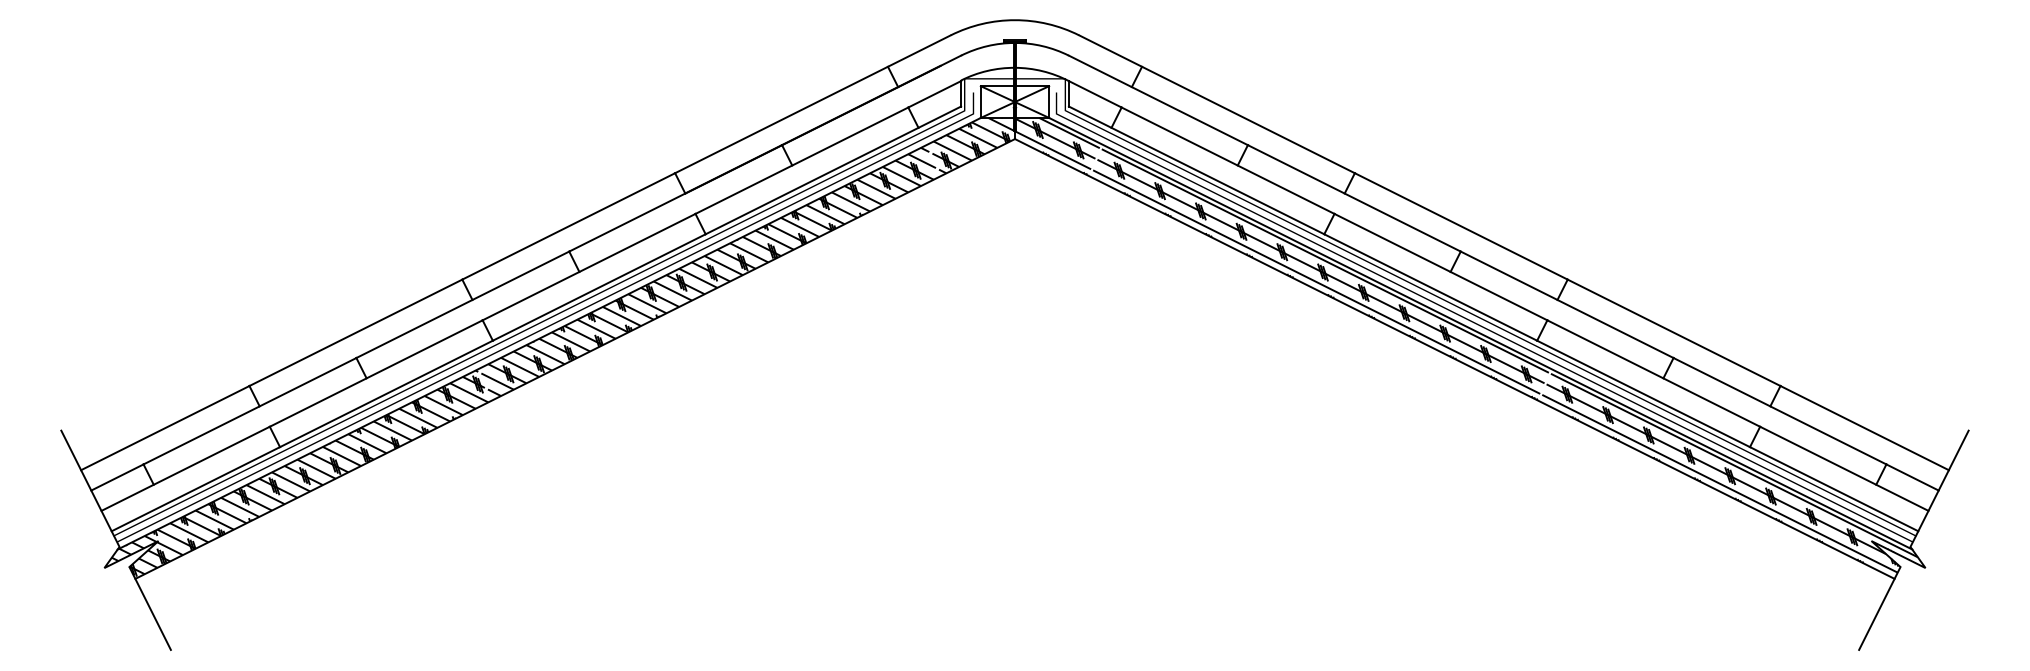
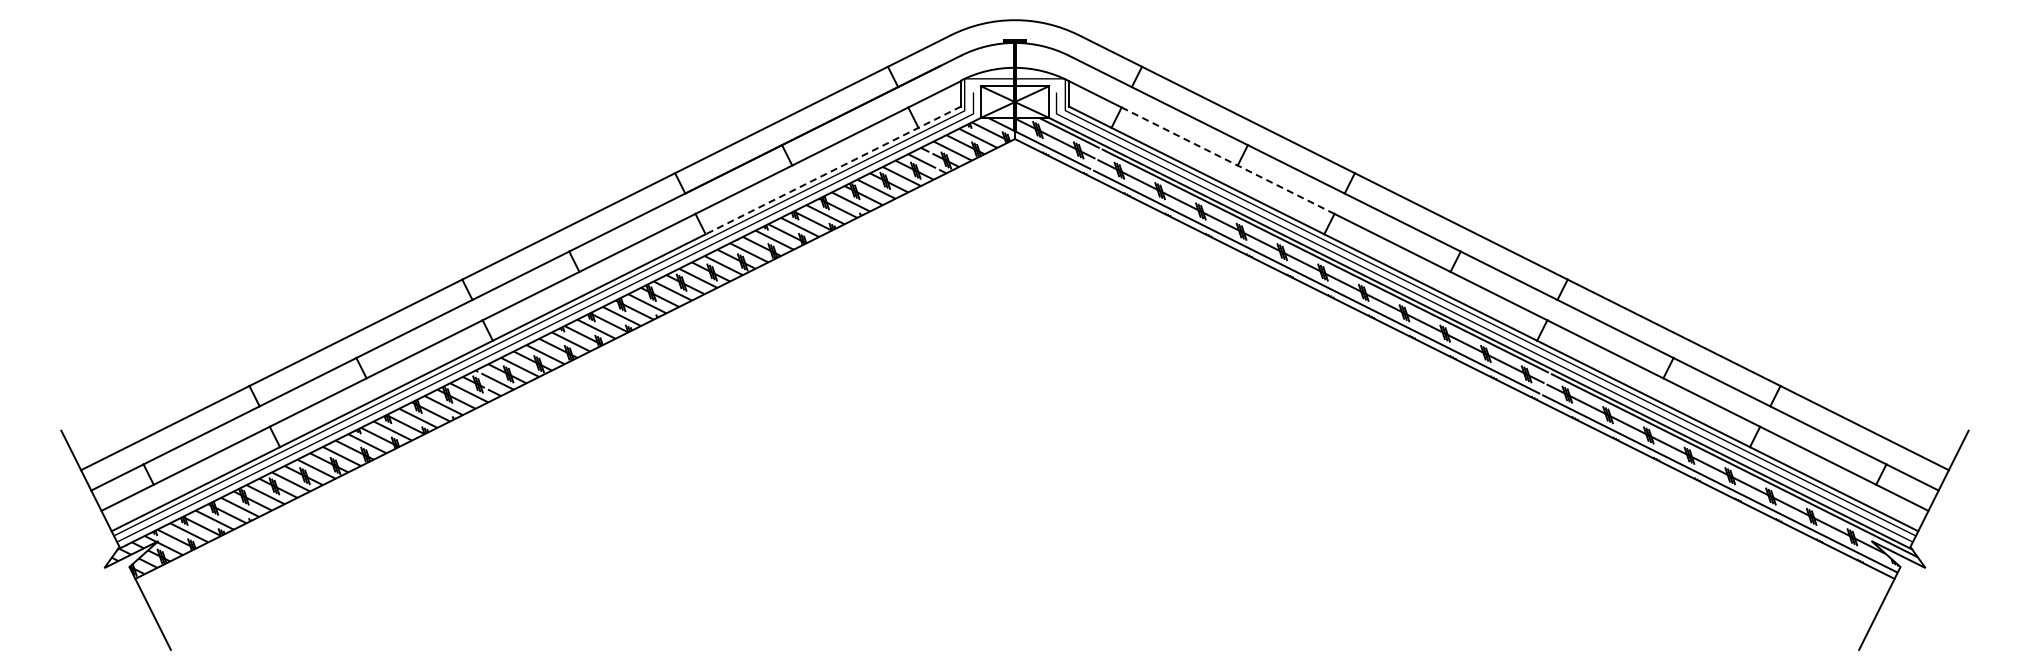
line at (1228, 160): solid -> dashed
line at (833, 170): solid -> dashed
